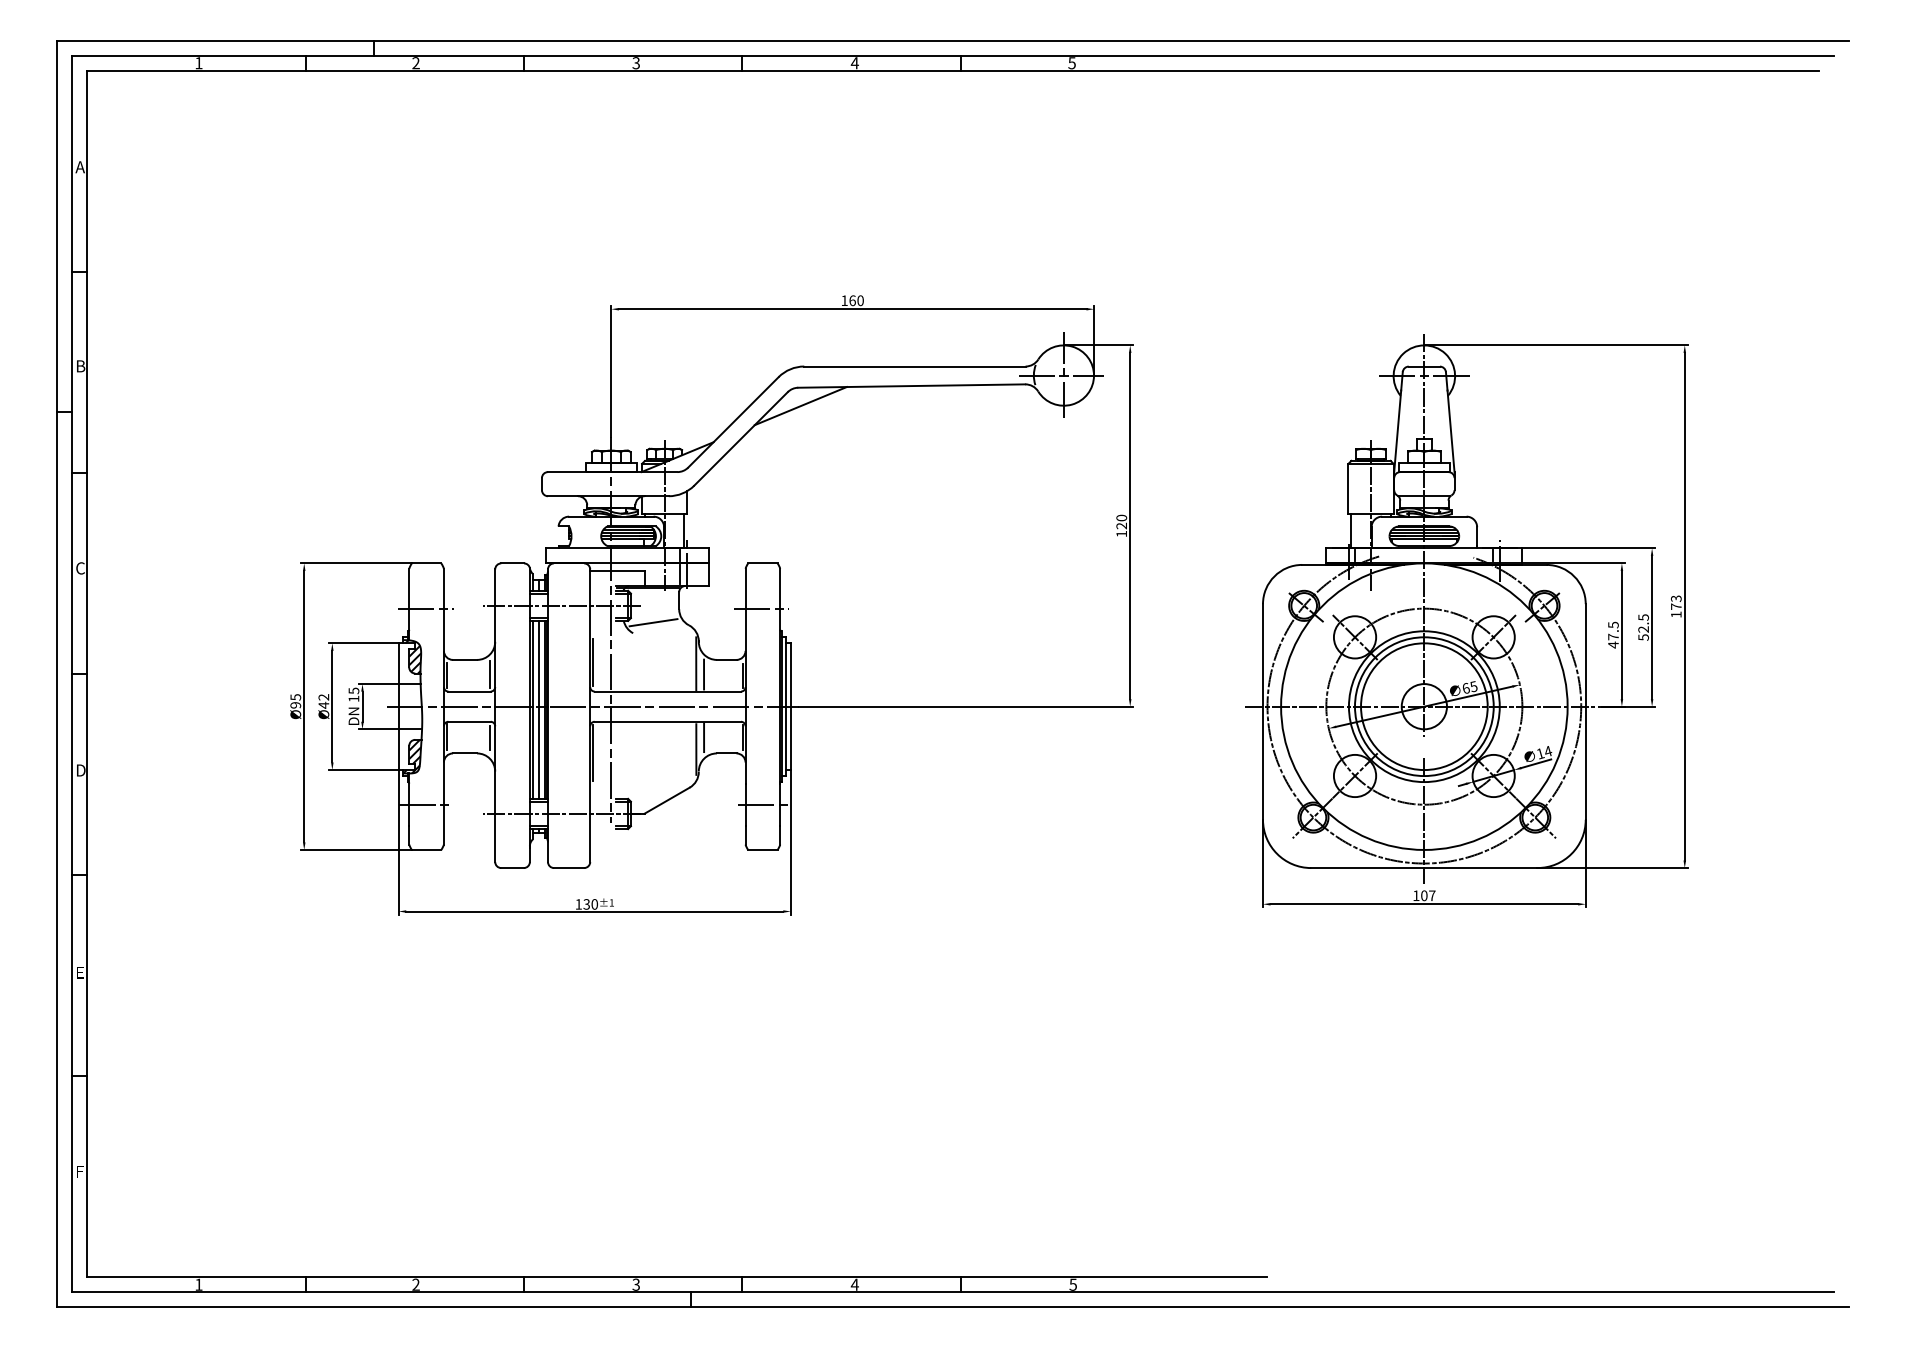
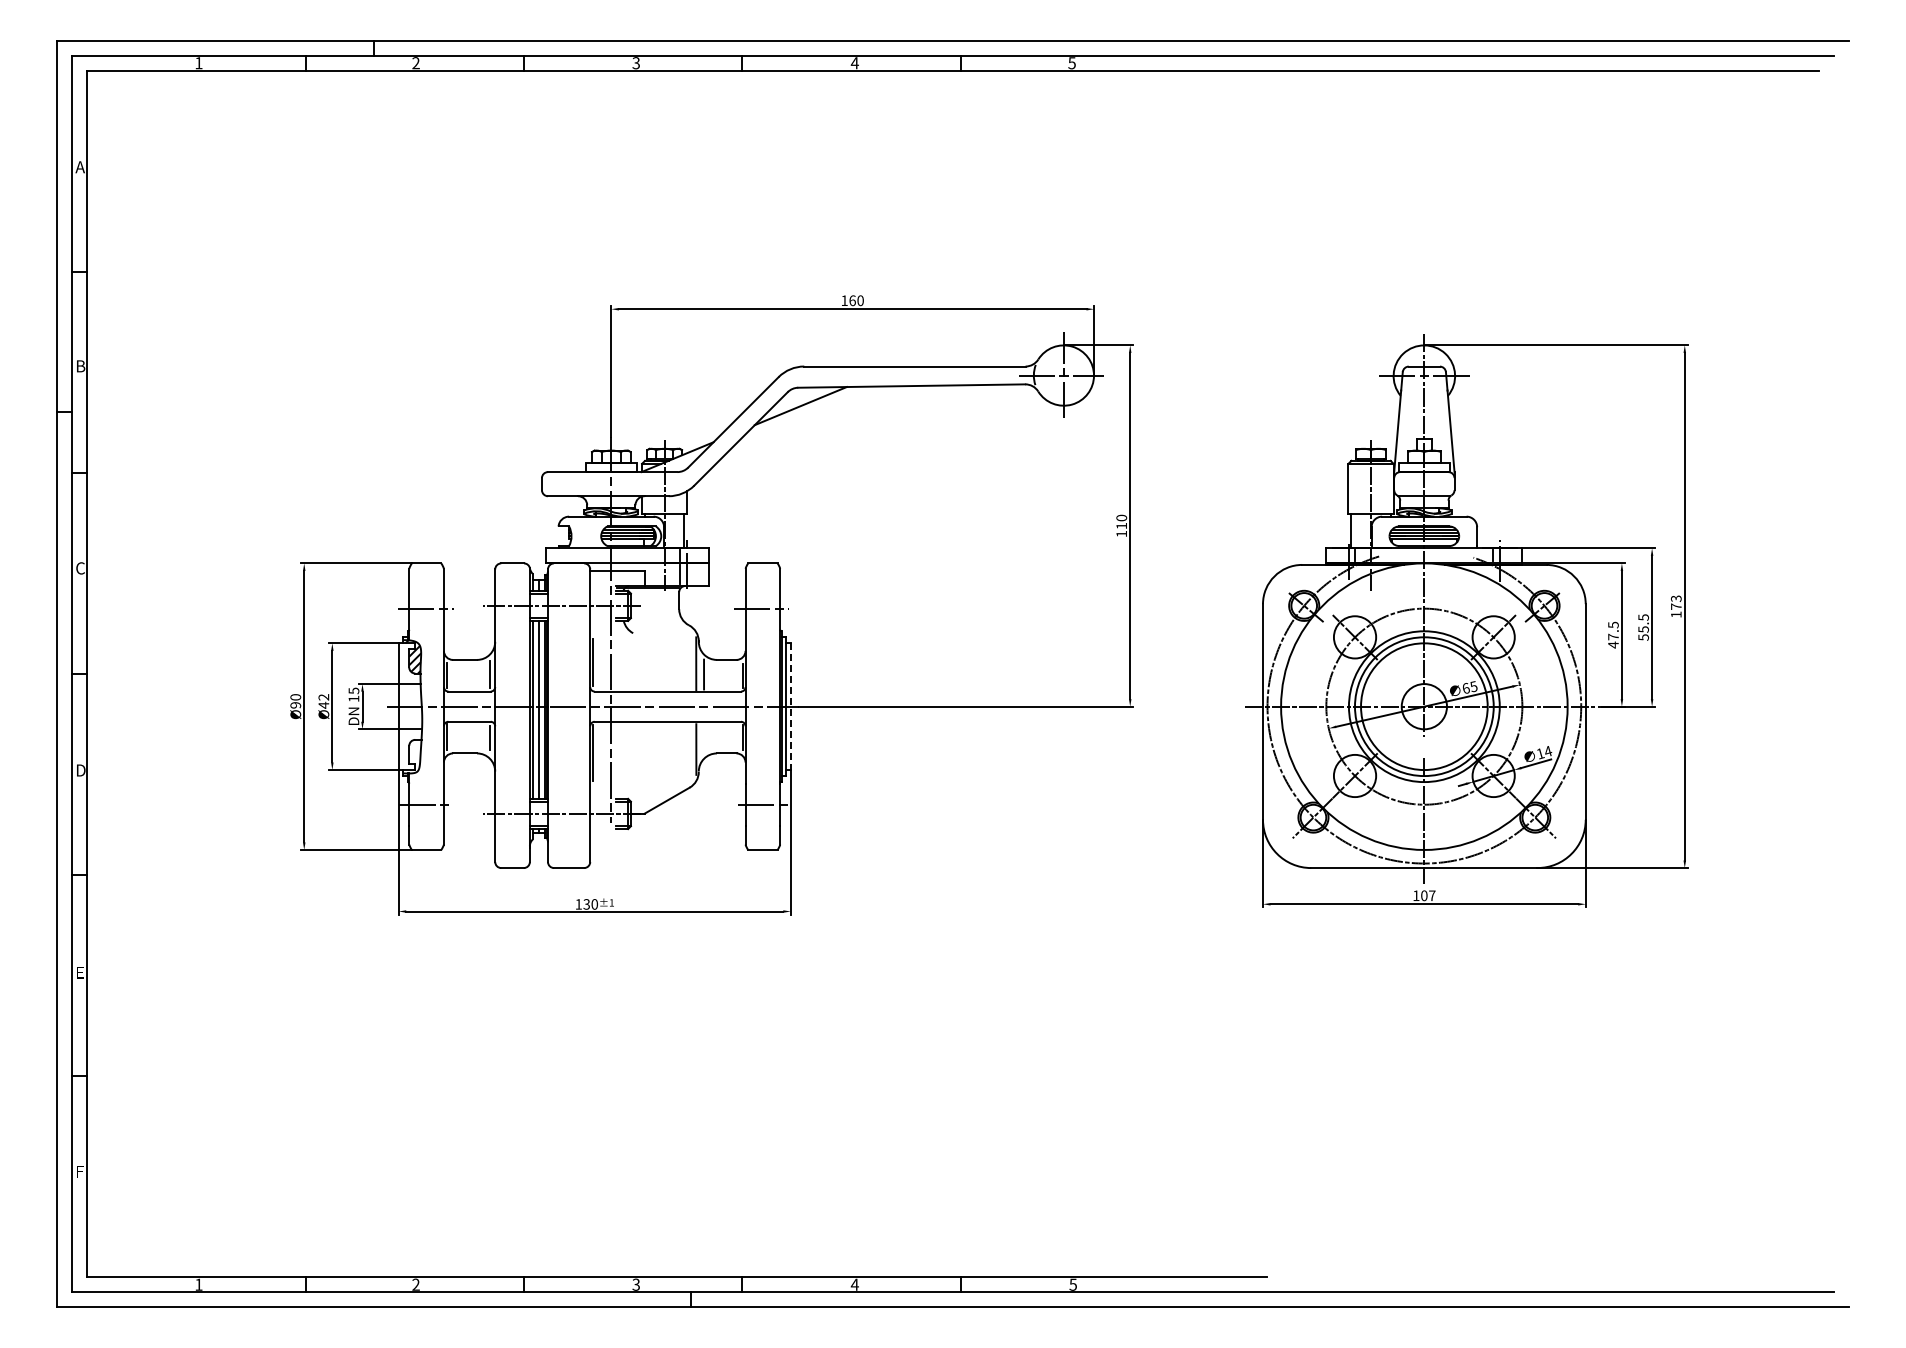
text at (1121, 525): 120 -> 110
line at (653, 622): present -> none
text at (1643, 629): 52.5 -> 55.5
text at (295, 697): Ø95 -> Ø90
line at (790, 707): solid -> dashed
line at (704, 737): present -> none
hatch at (412, 756): present -> none
